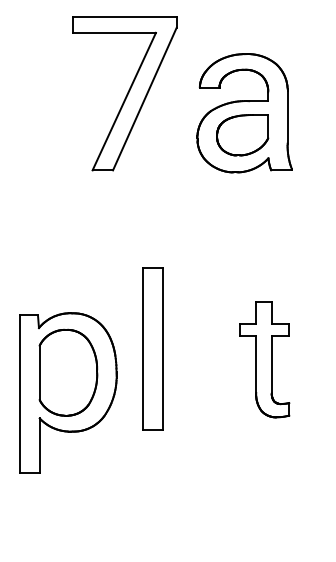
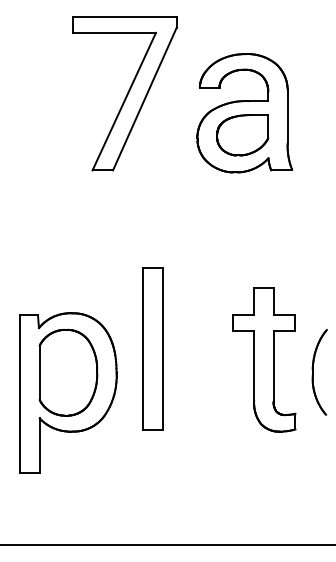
part at (264, 359) size: 52x118 px -> 65x146 px
part at (319, 371): none -> present
line at (167, 545): none -> present
